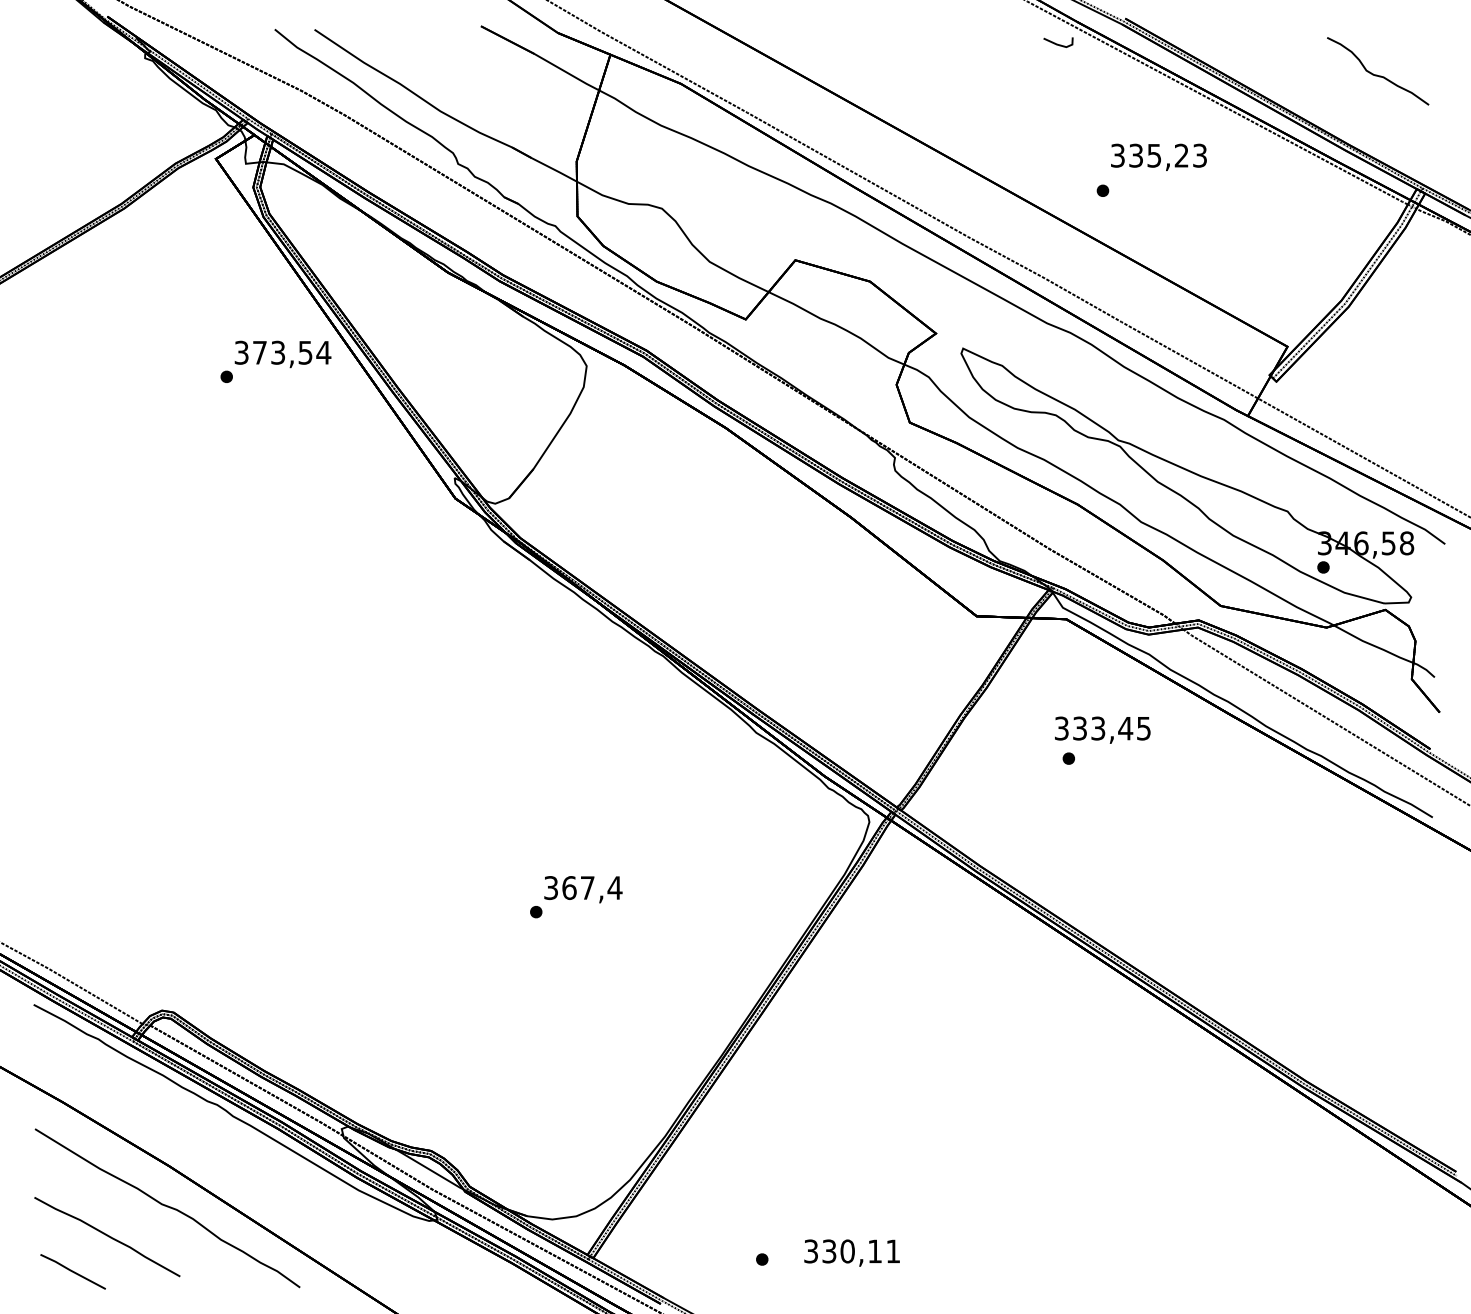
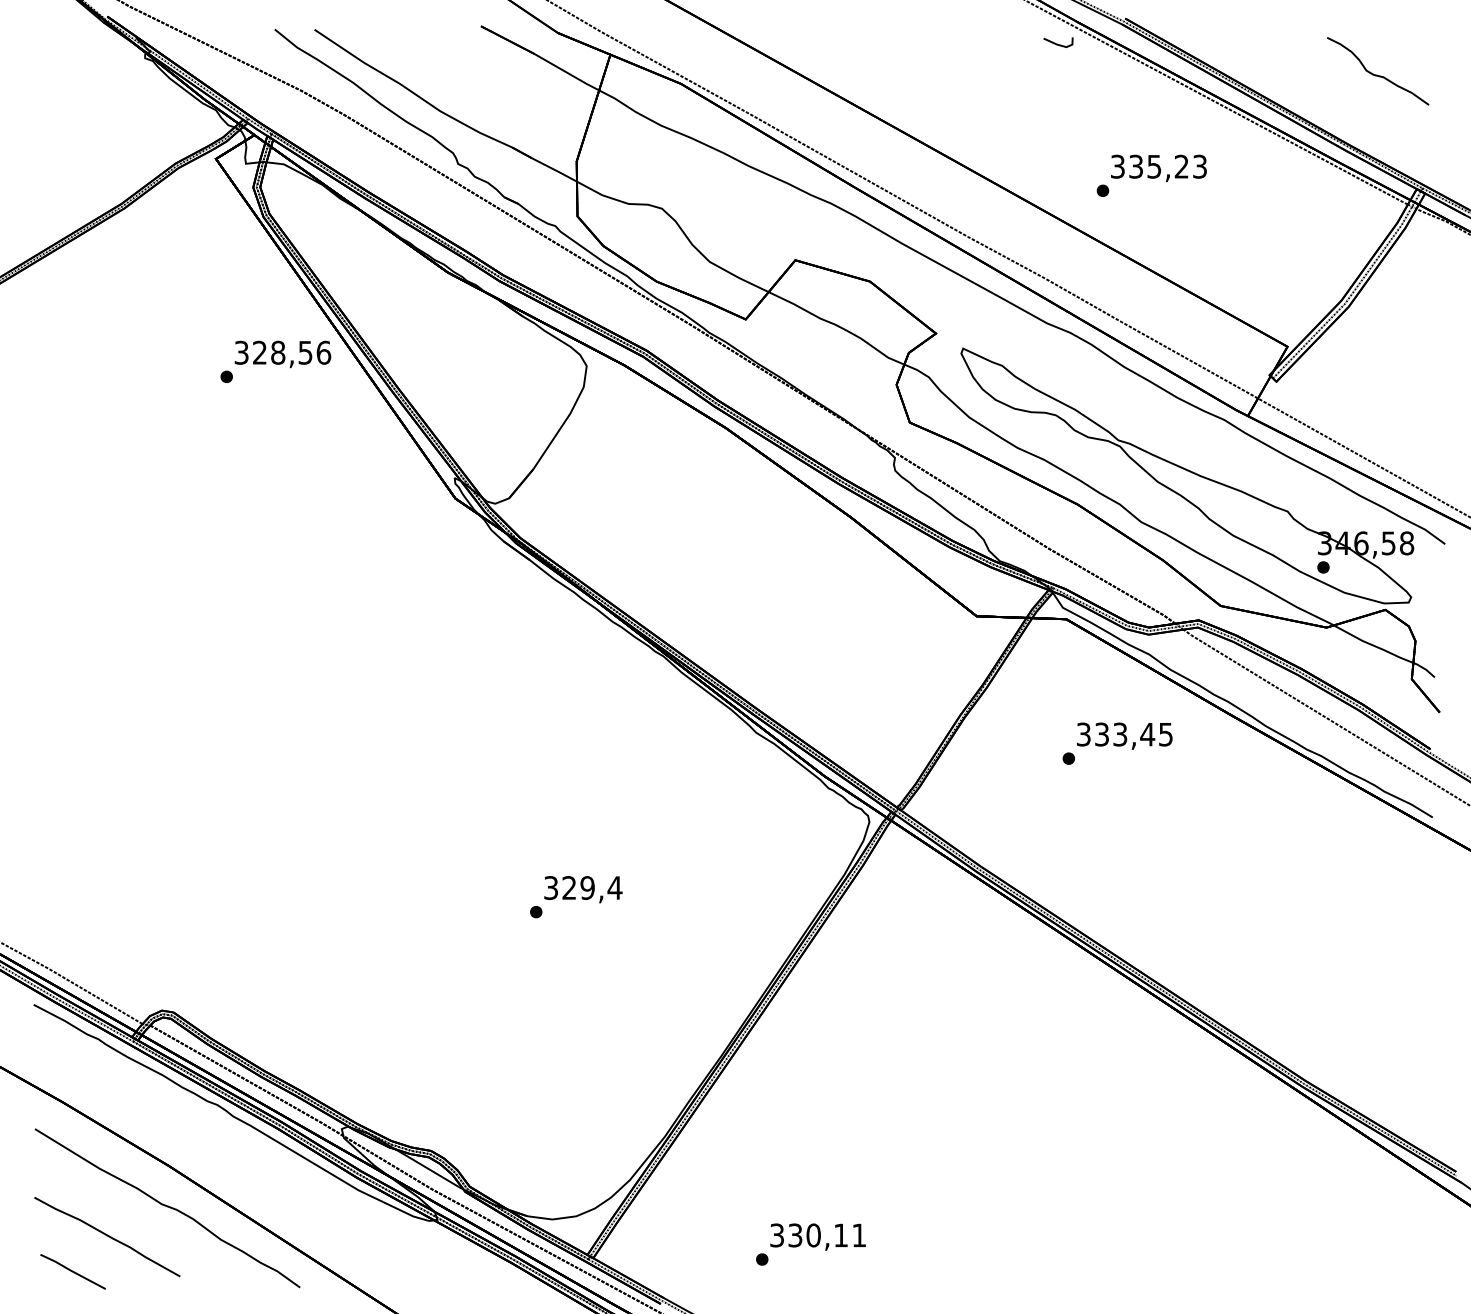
text at (1158, 156) position: (1158, 156) -> (1158, 167)
text at (292, 352): 373,54 -> 328,56
text at (1102, 729) position: (1102, 729) -> (1124, 735)
text at (578, 887): 367,4 -> 329,4
text at (851, 1252) position: (851, 1252) -> (817, 1236)
